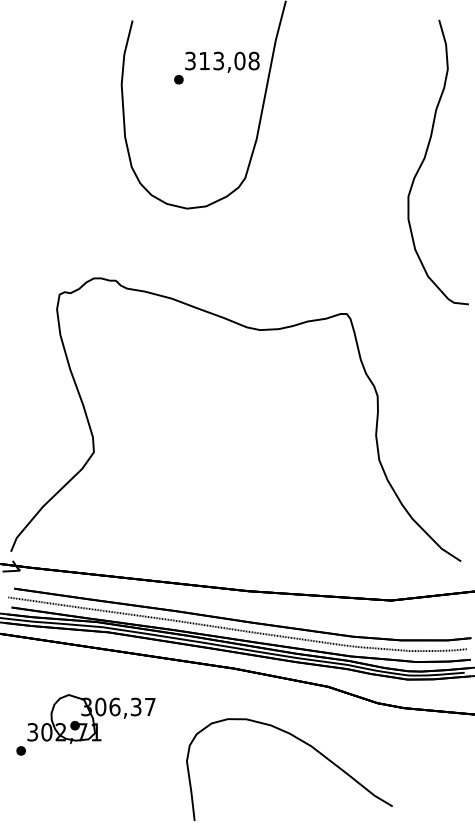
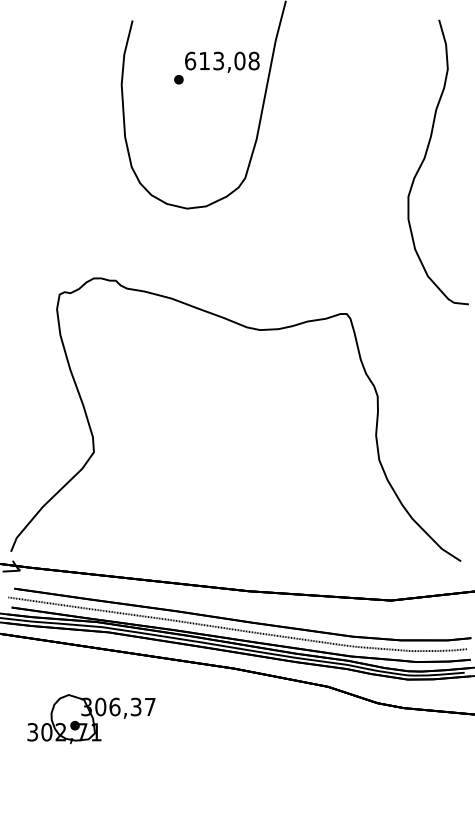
text at (190, 60): 313,08 -> 613,08
curve at (302, 742): present -> none
part at (20, 750): present -> none
